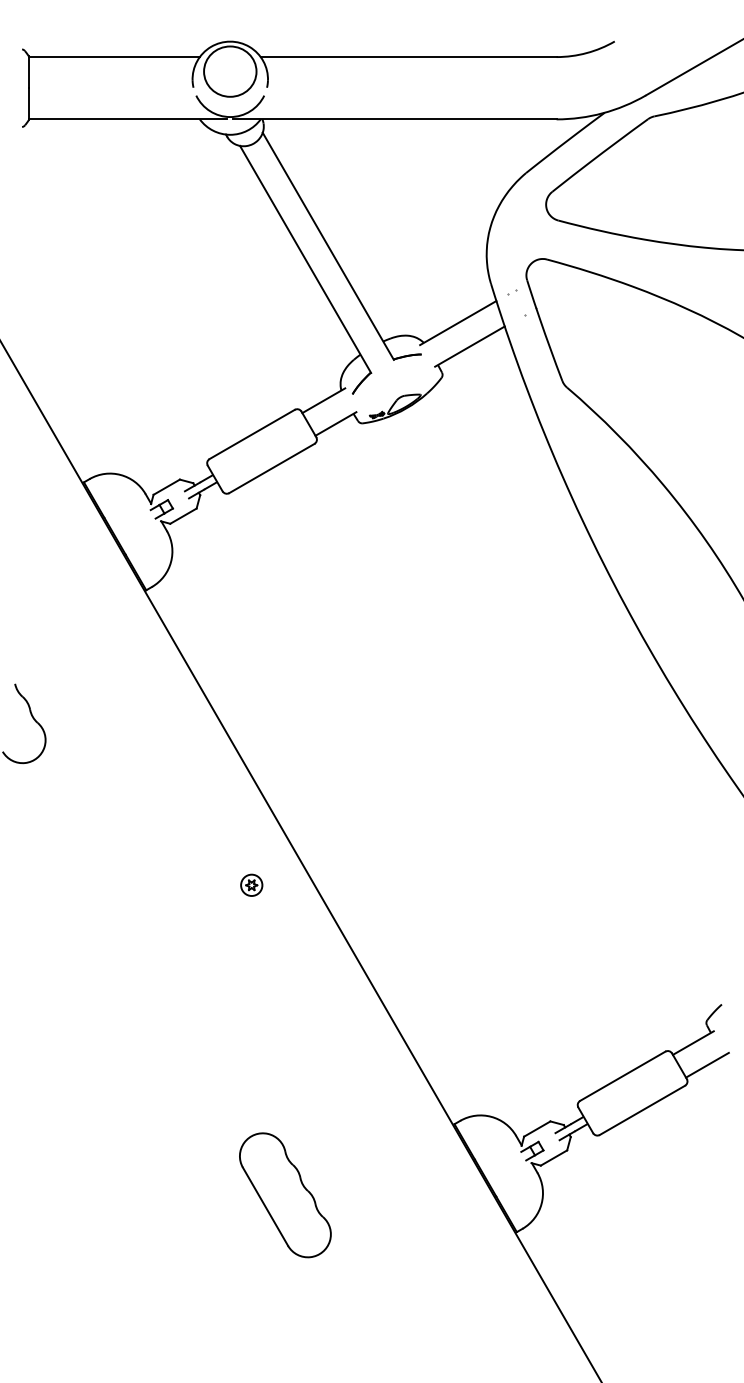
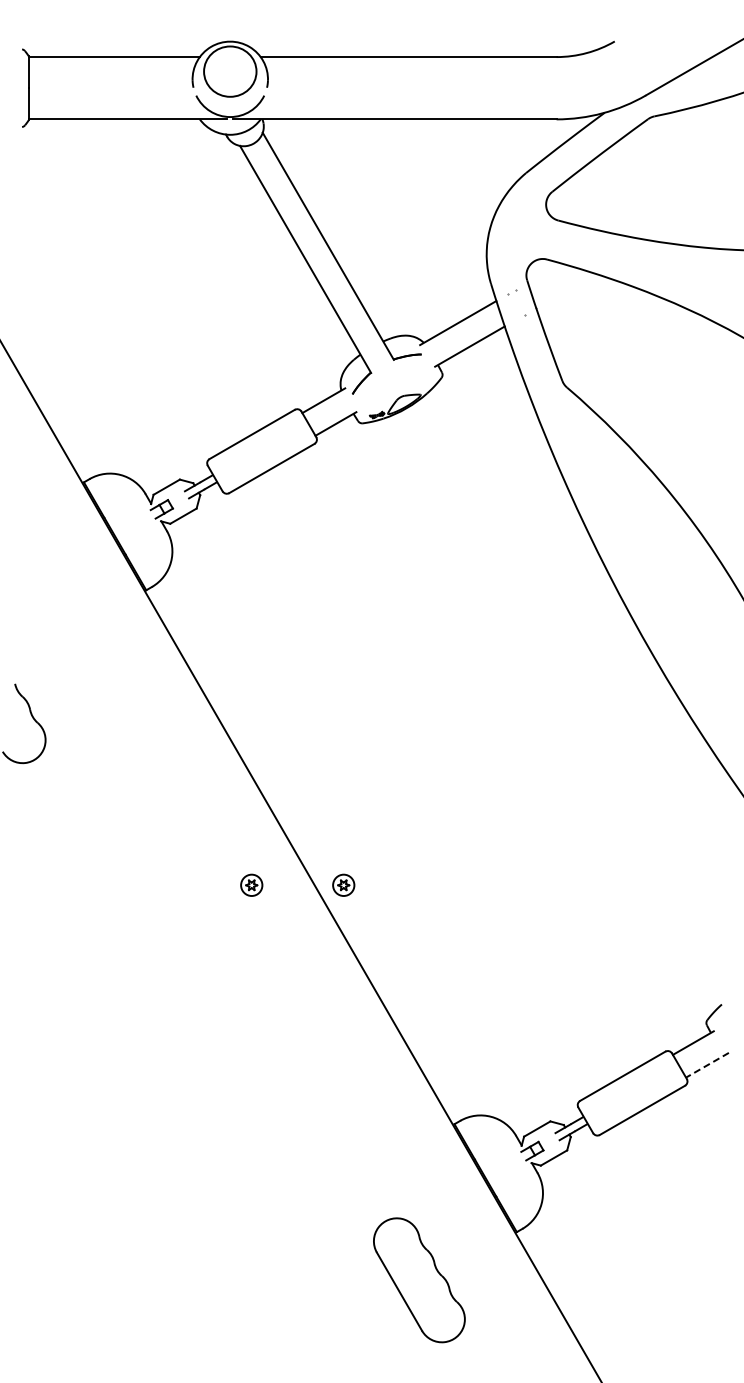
part at (343, 884): none -> present
line at (707, 1065): solid -> dashed
part at (285, 1195) position: (285, 1195) -> (419, 1280)
